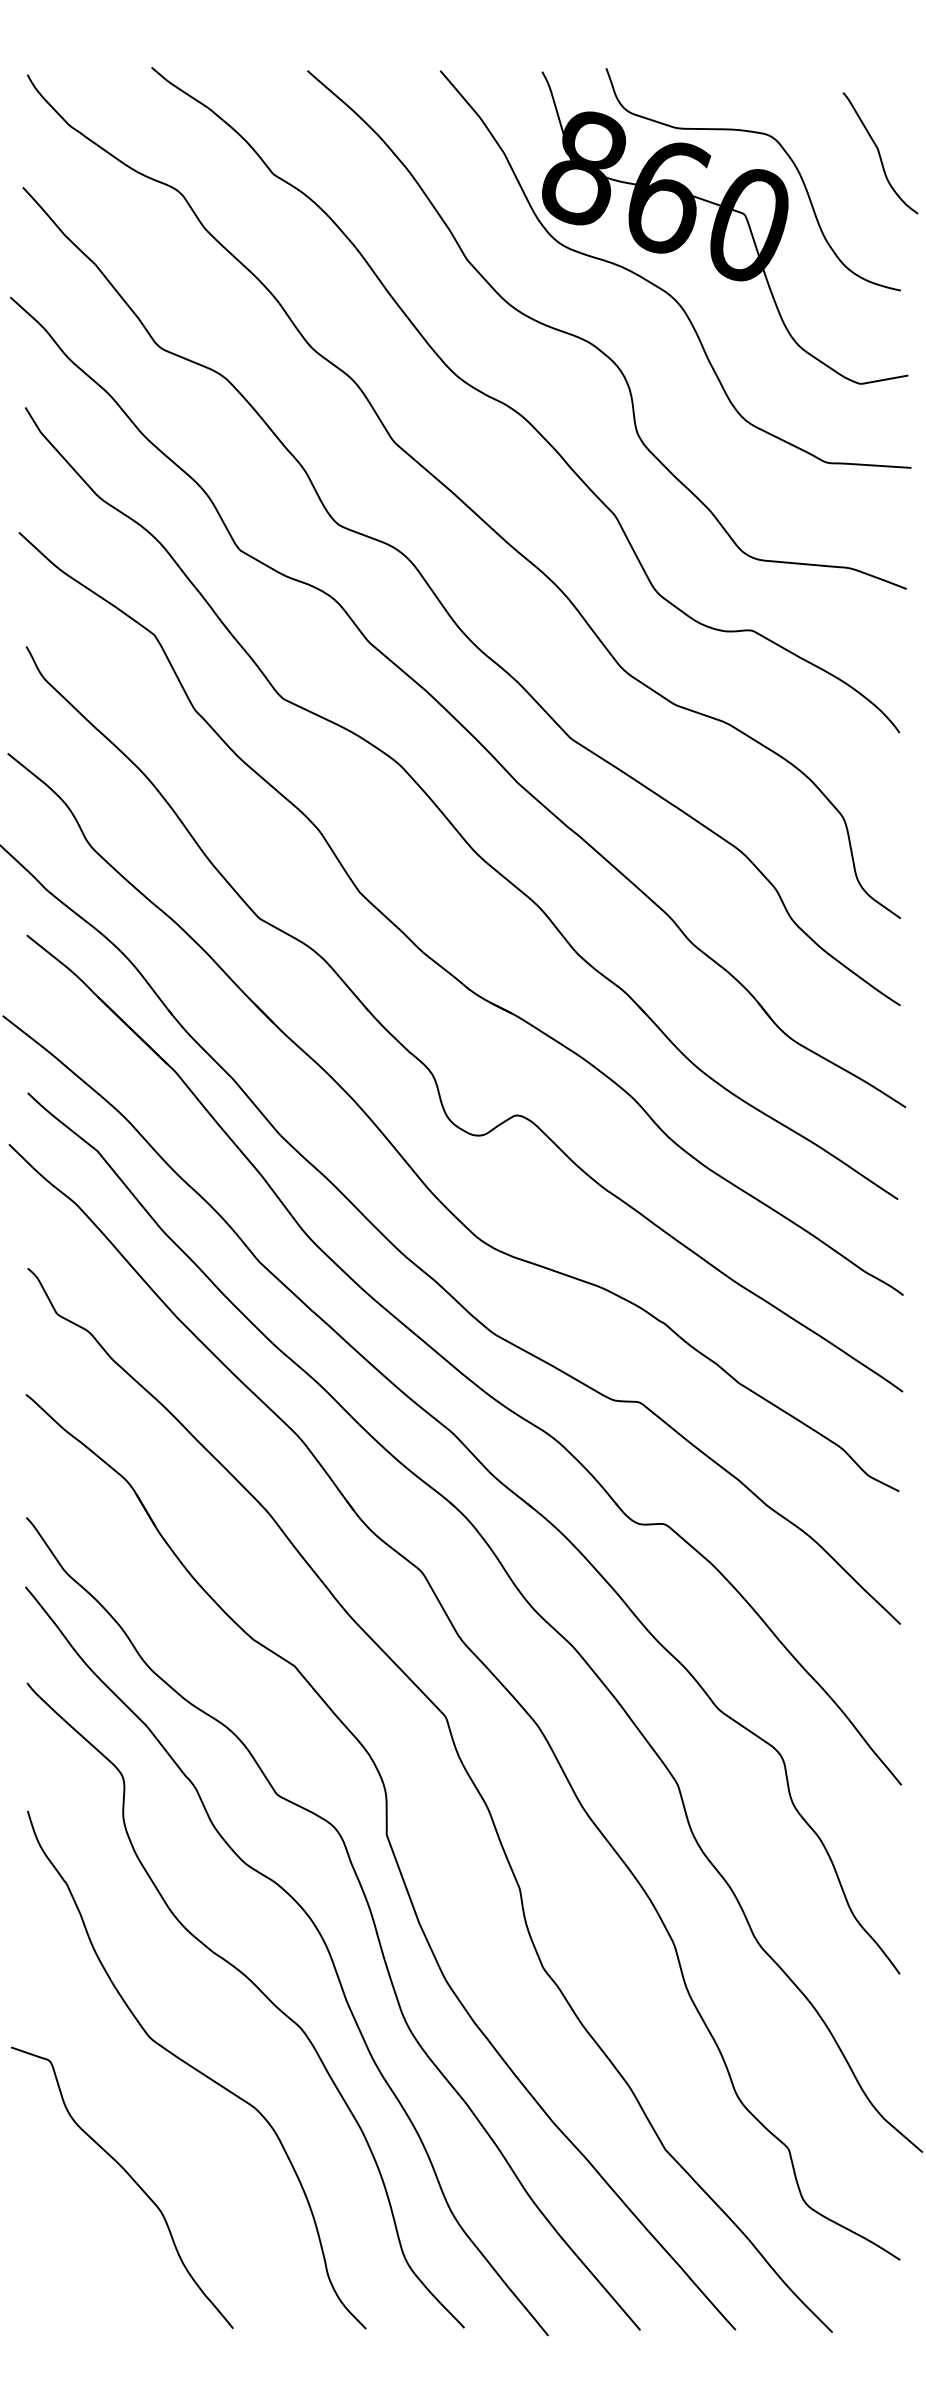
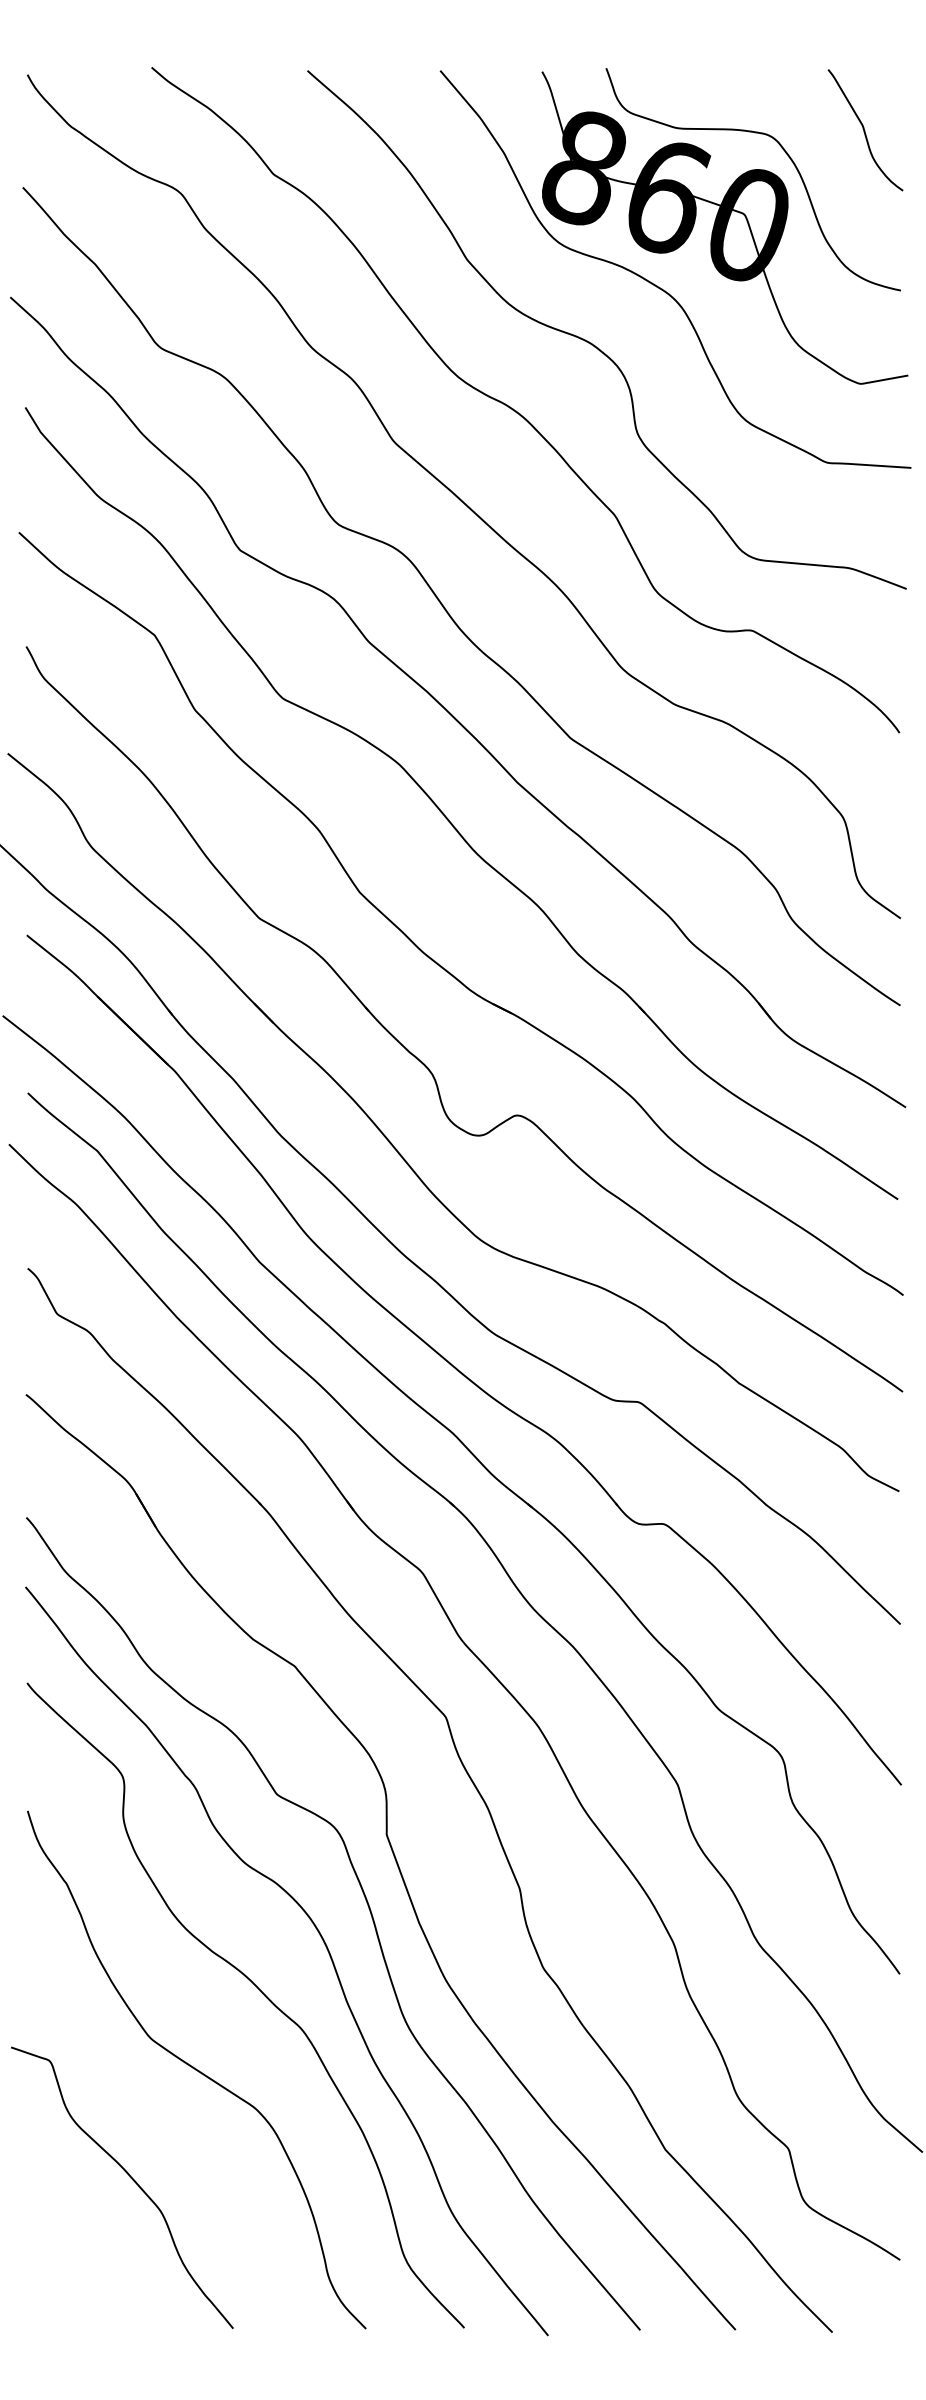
curve at (880, 153) position: (880, 153) -> (865, 130)
